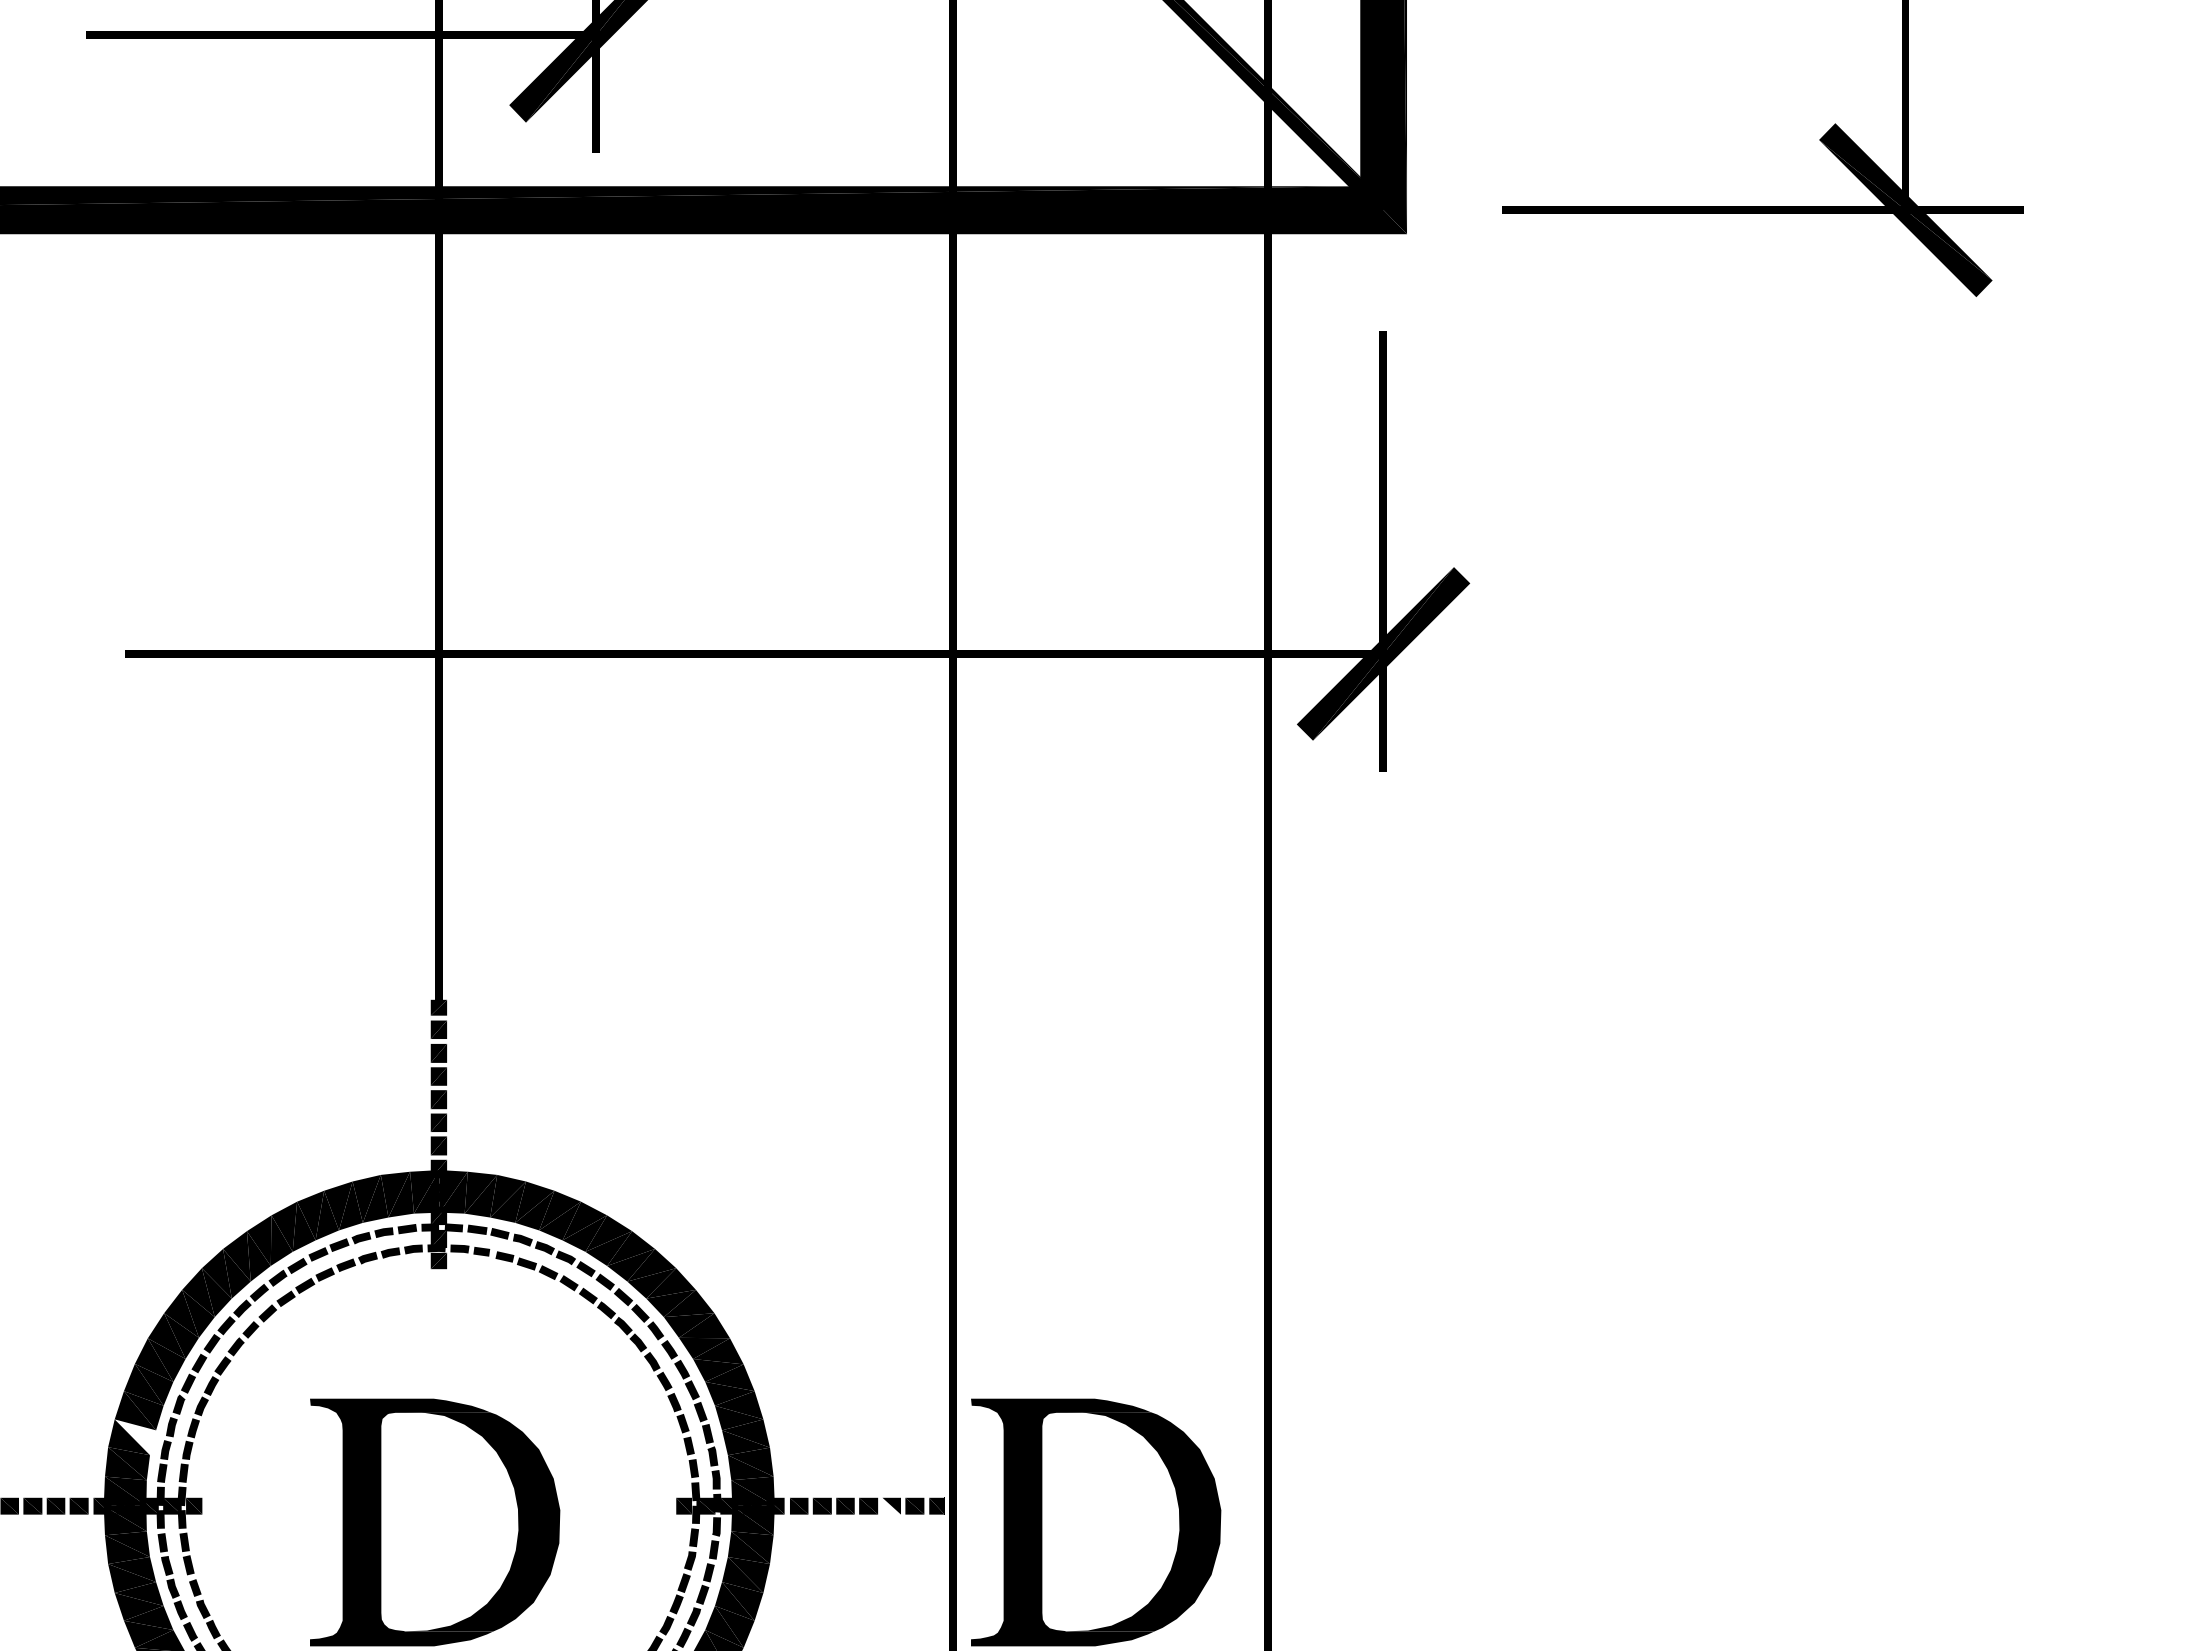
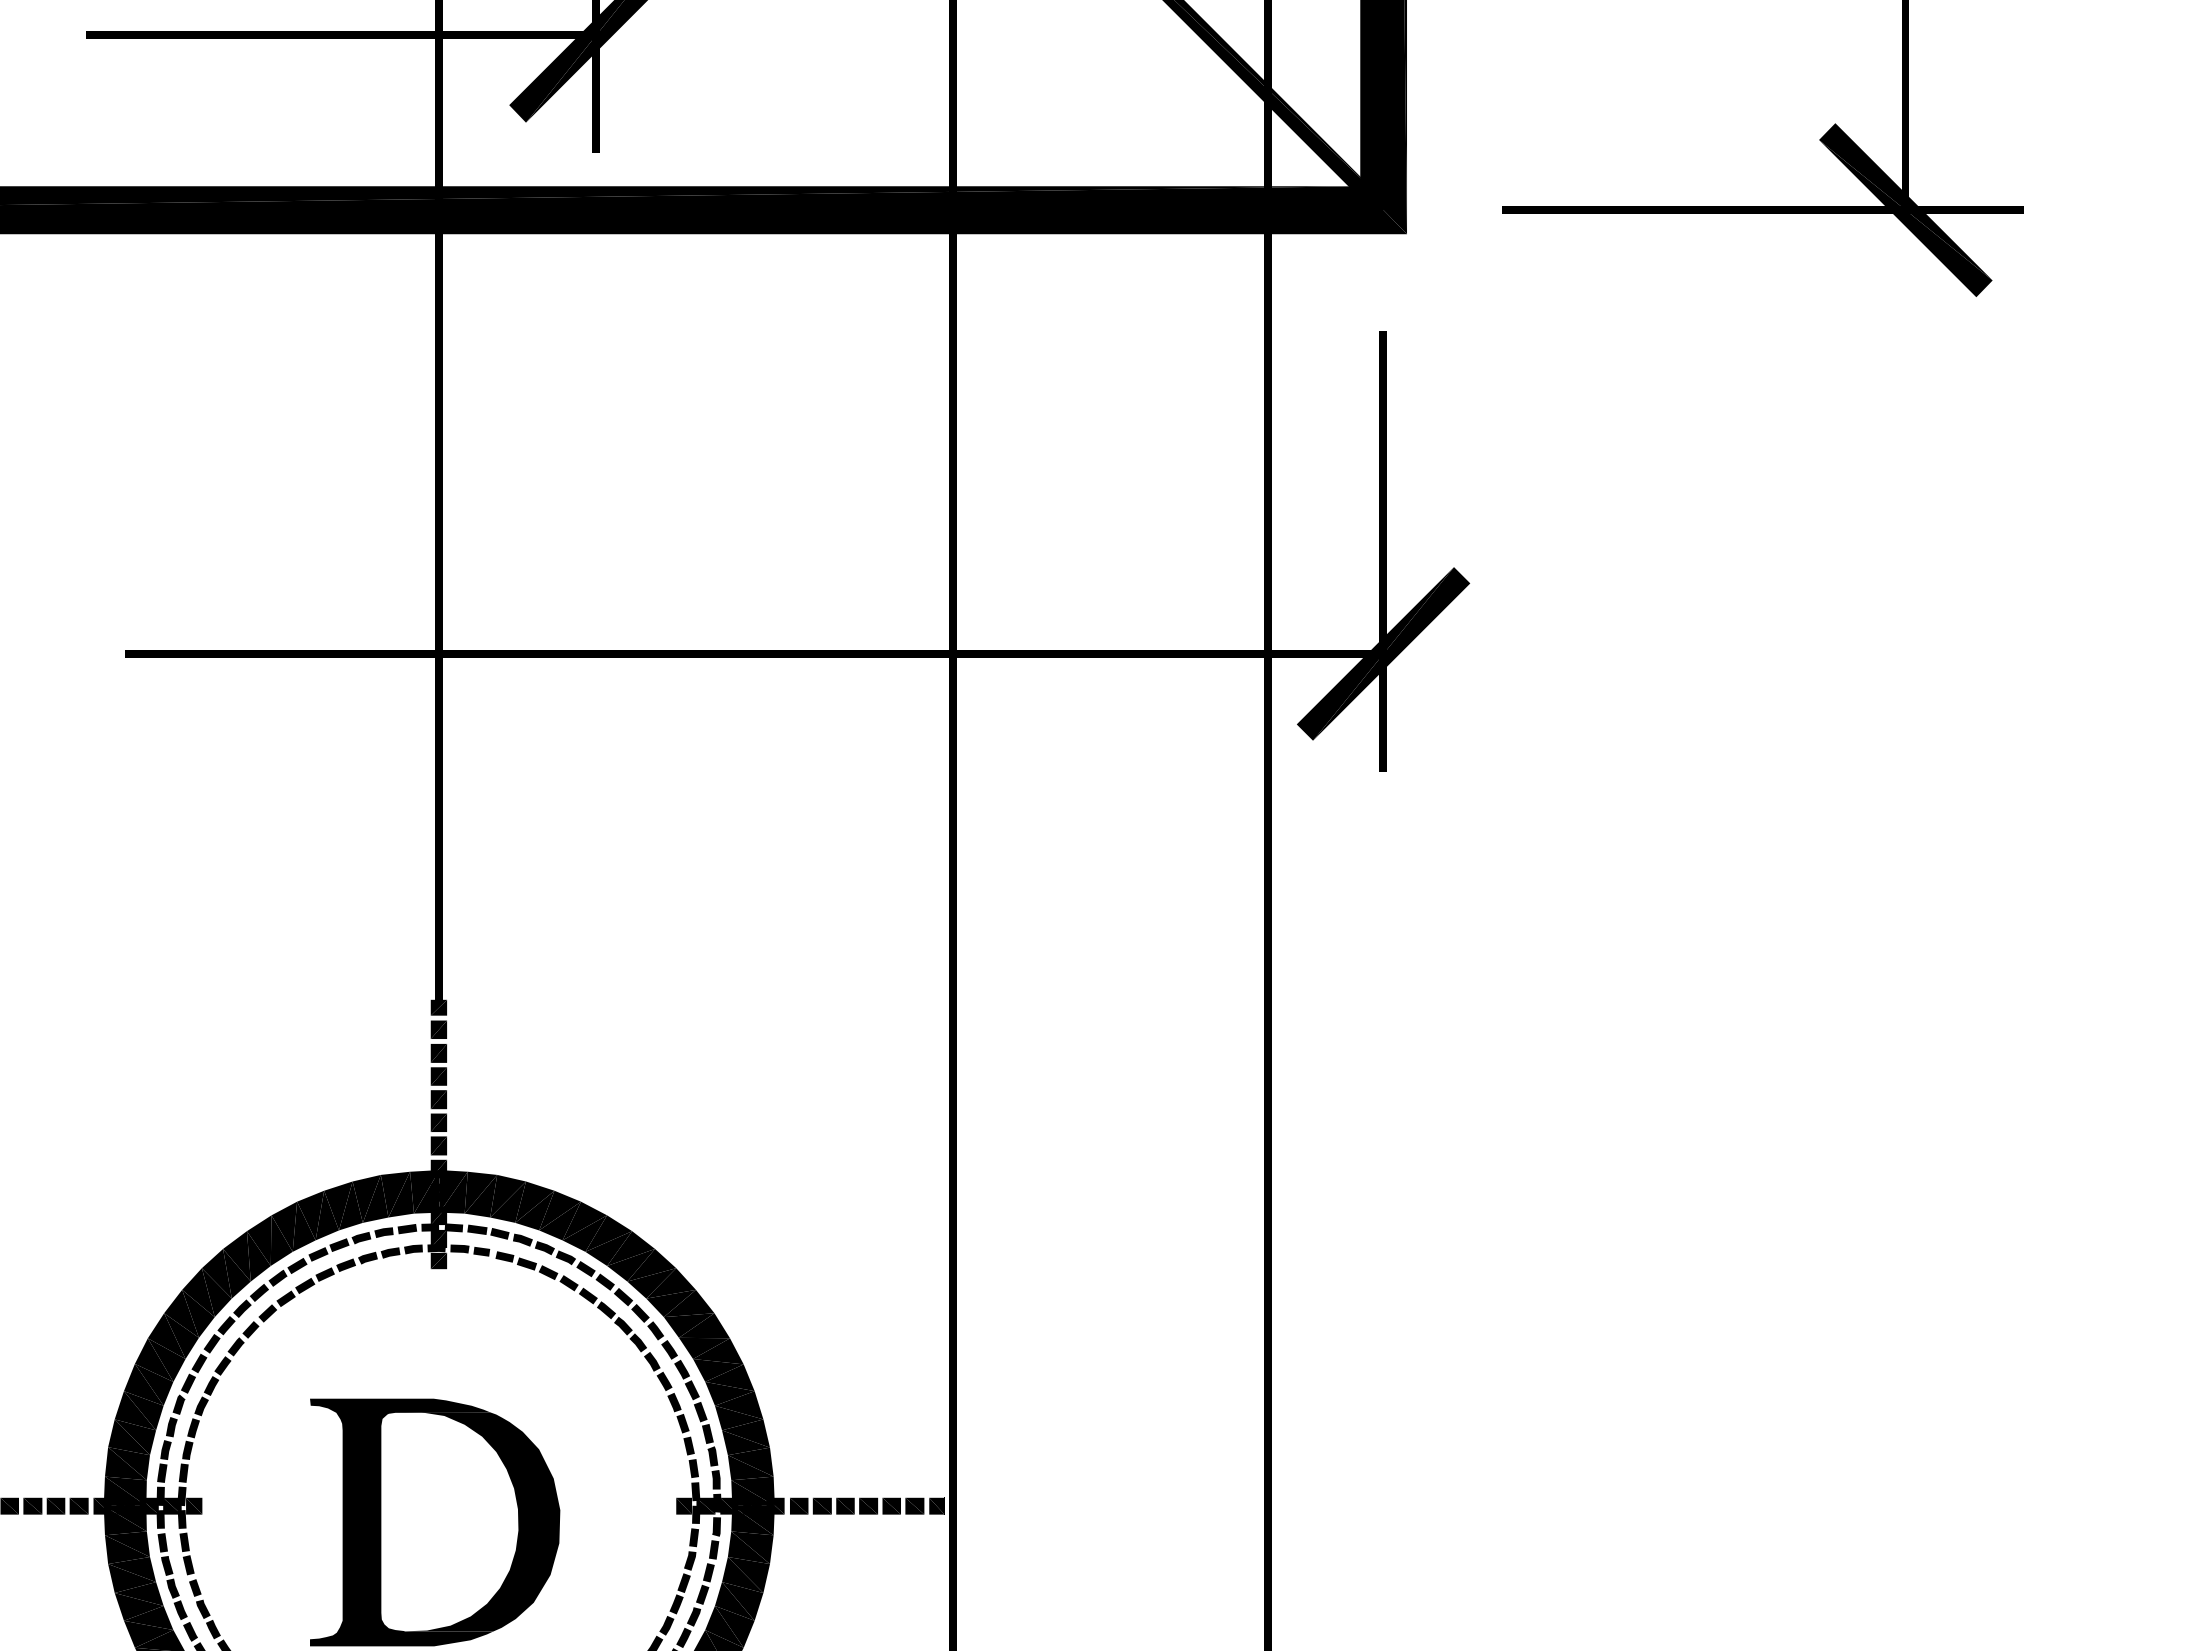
fill at (135, 1437): none -> present
fill at (891, 1505): none -> present
part at (1096, 1522): present -> none
